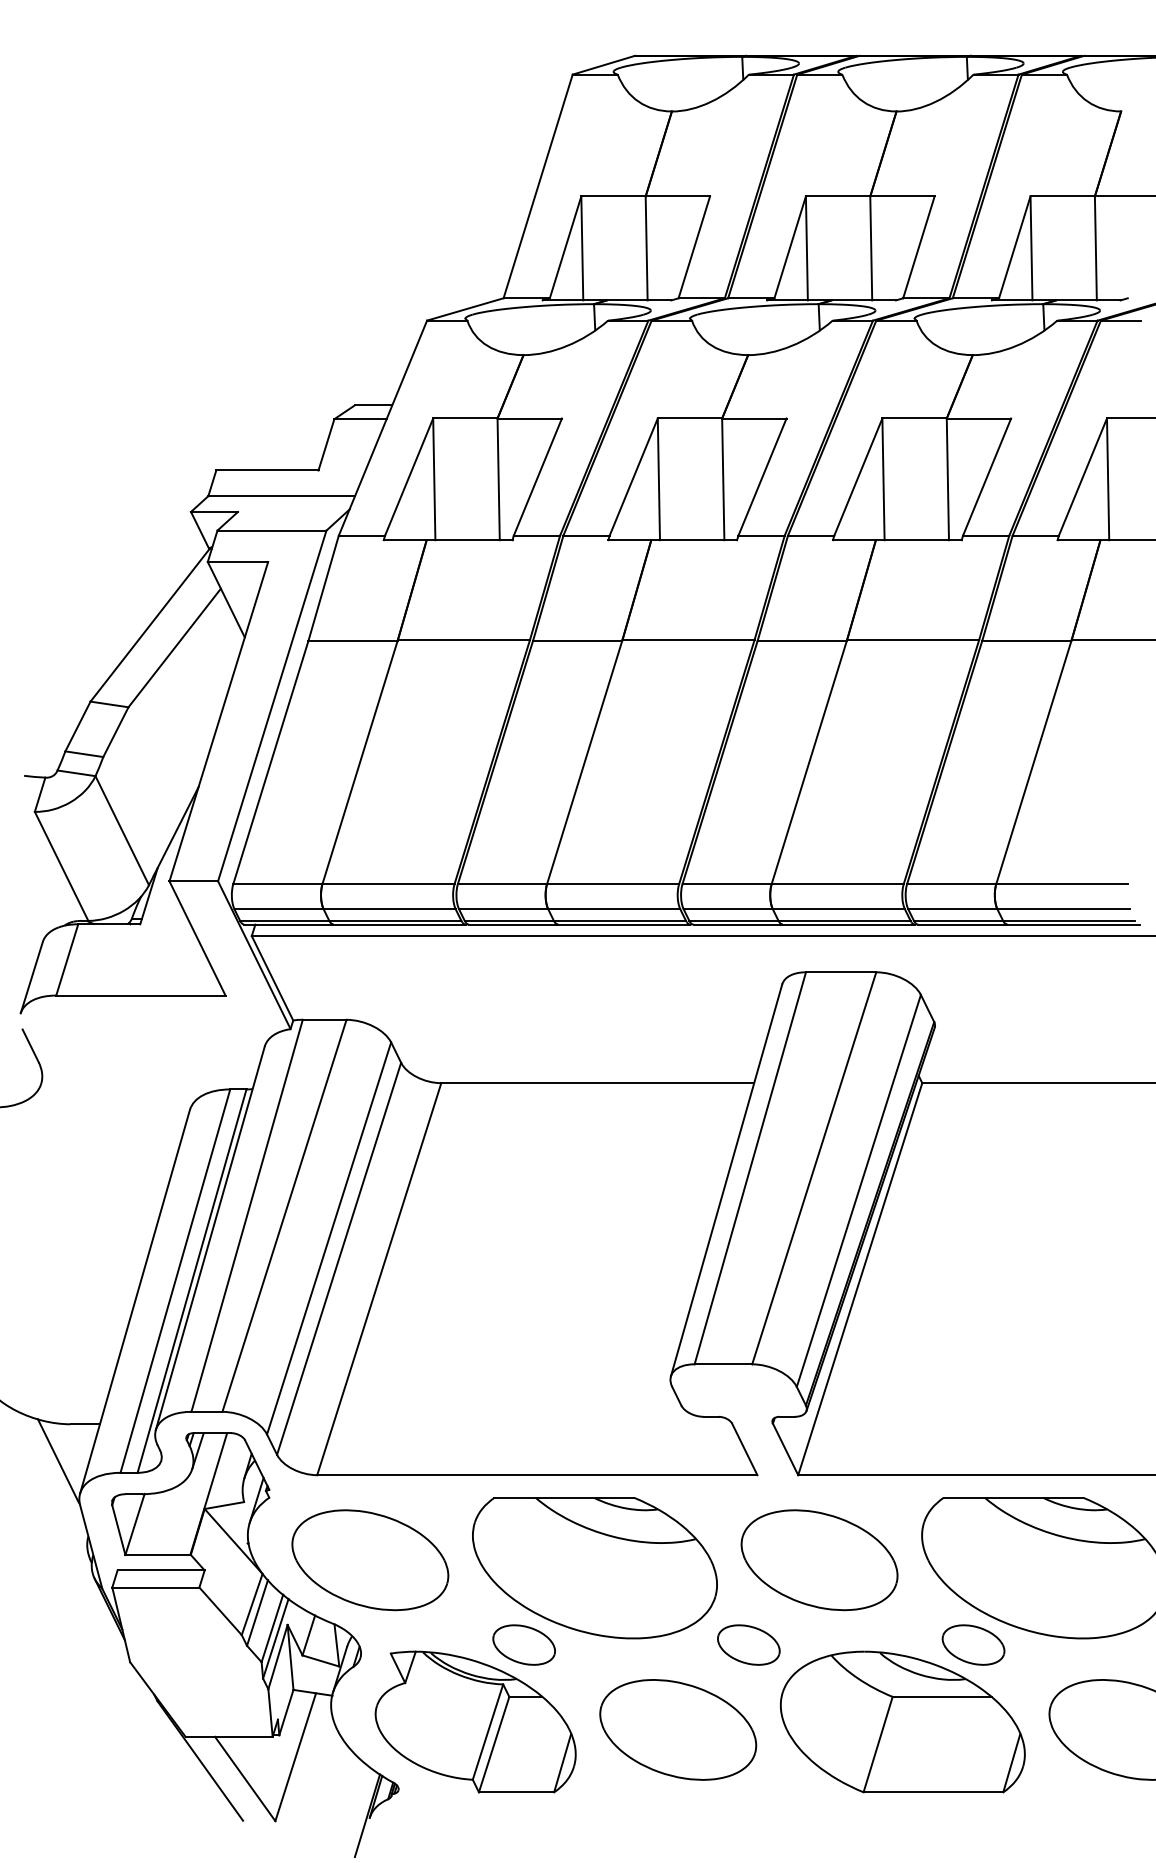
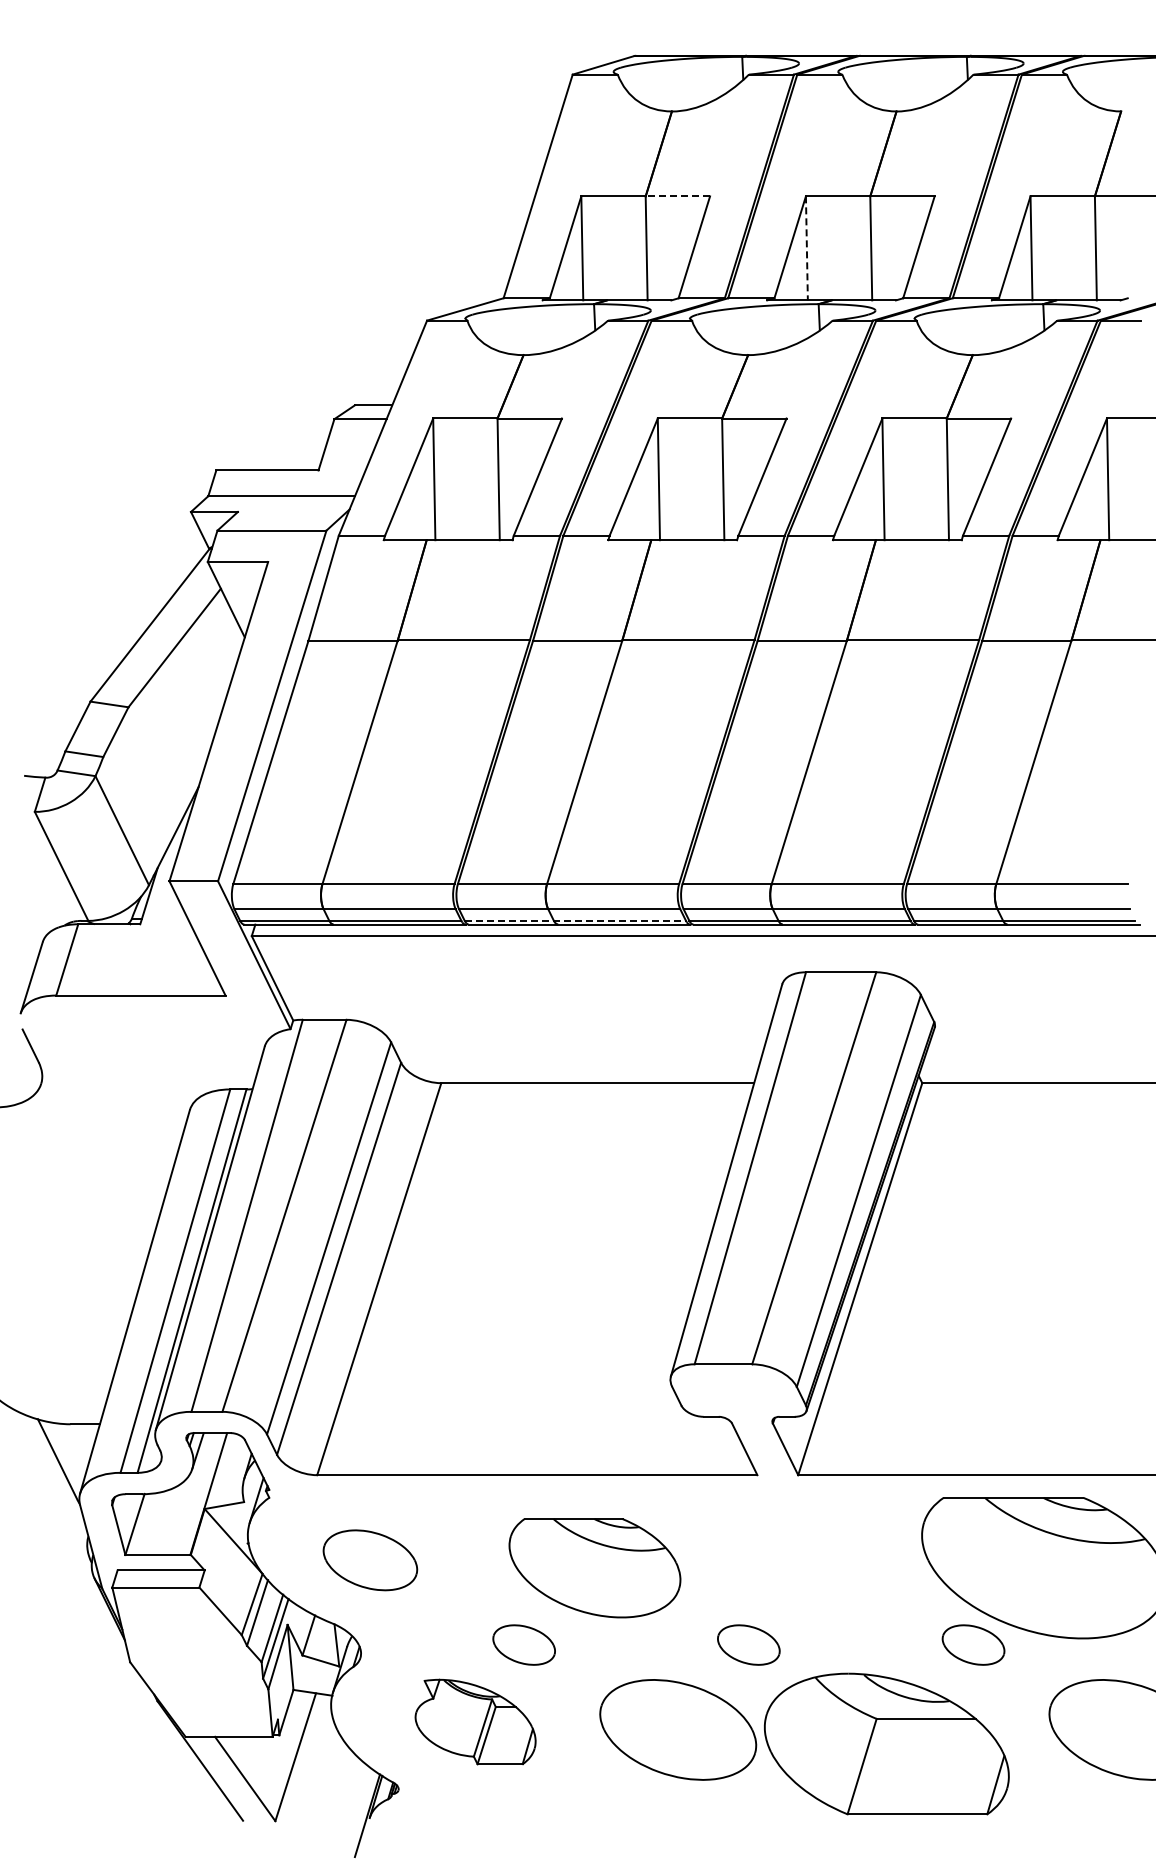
line at (677, 196): solid -> dashed
line at (806, 248): solid -> dashed
line at (575, 920): solid -> dashed
part at (370, 1560) size: 159x103 px -> 97x63 px
part at (819, 1560): present -> none
part at (594, 1568) size: 246x143 px -> 174x101 px
part at (475, 1721) size: 203x144 px -> 123x88 px
part at (902, 1721) position: (902, 1721) -> (886, 1743)
